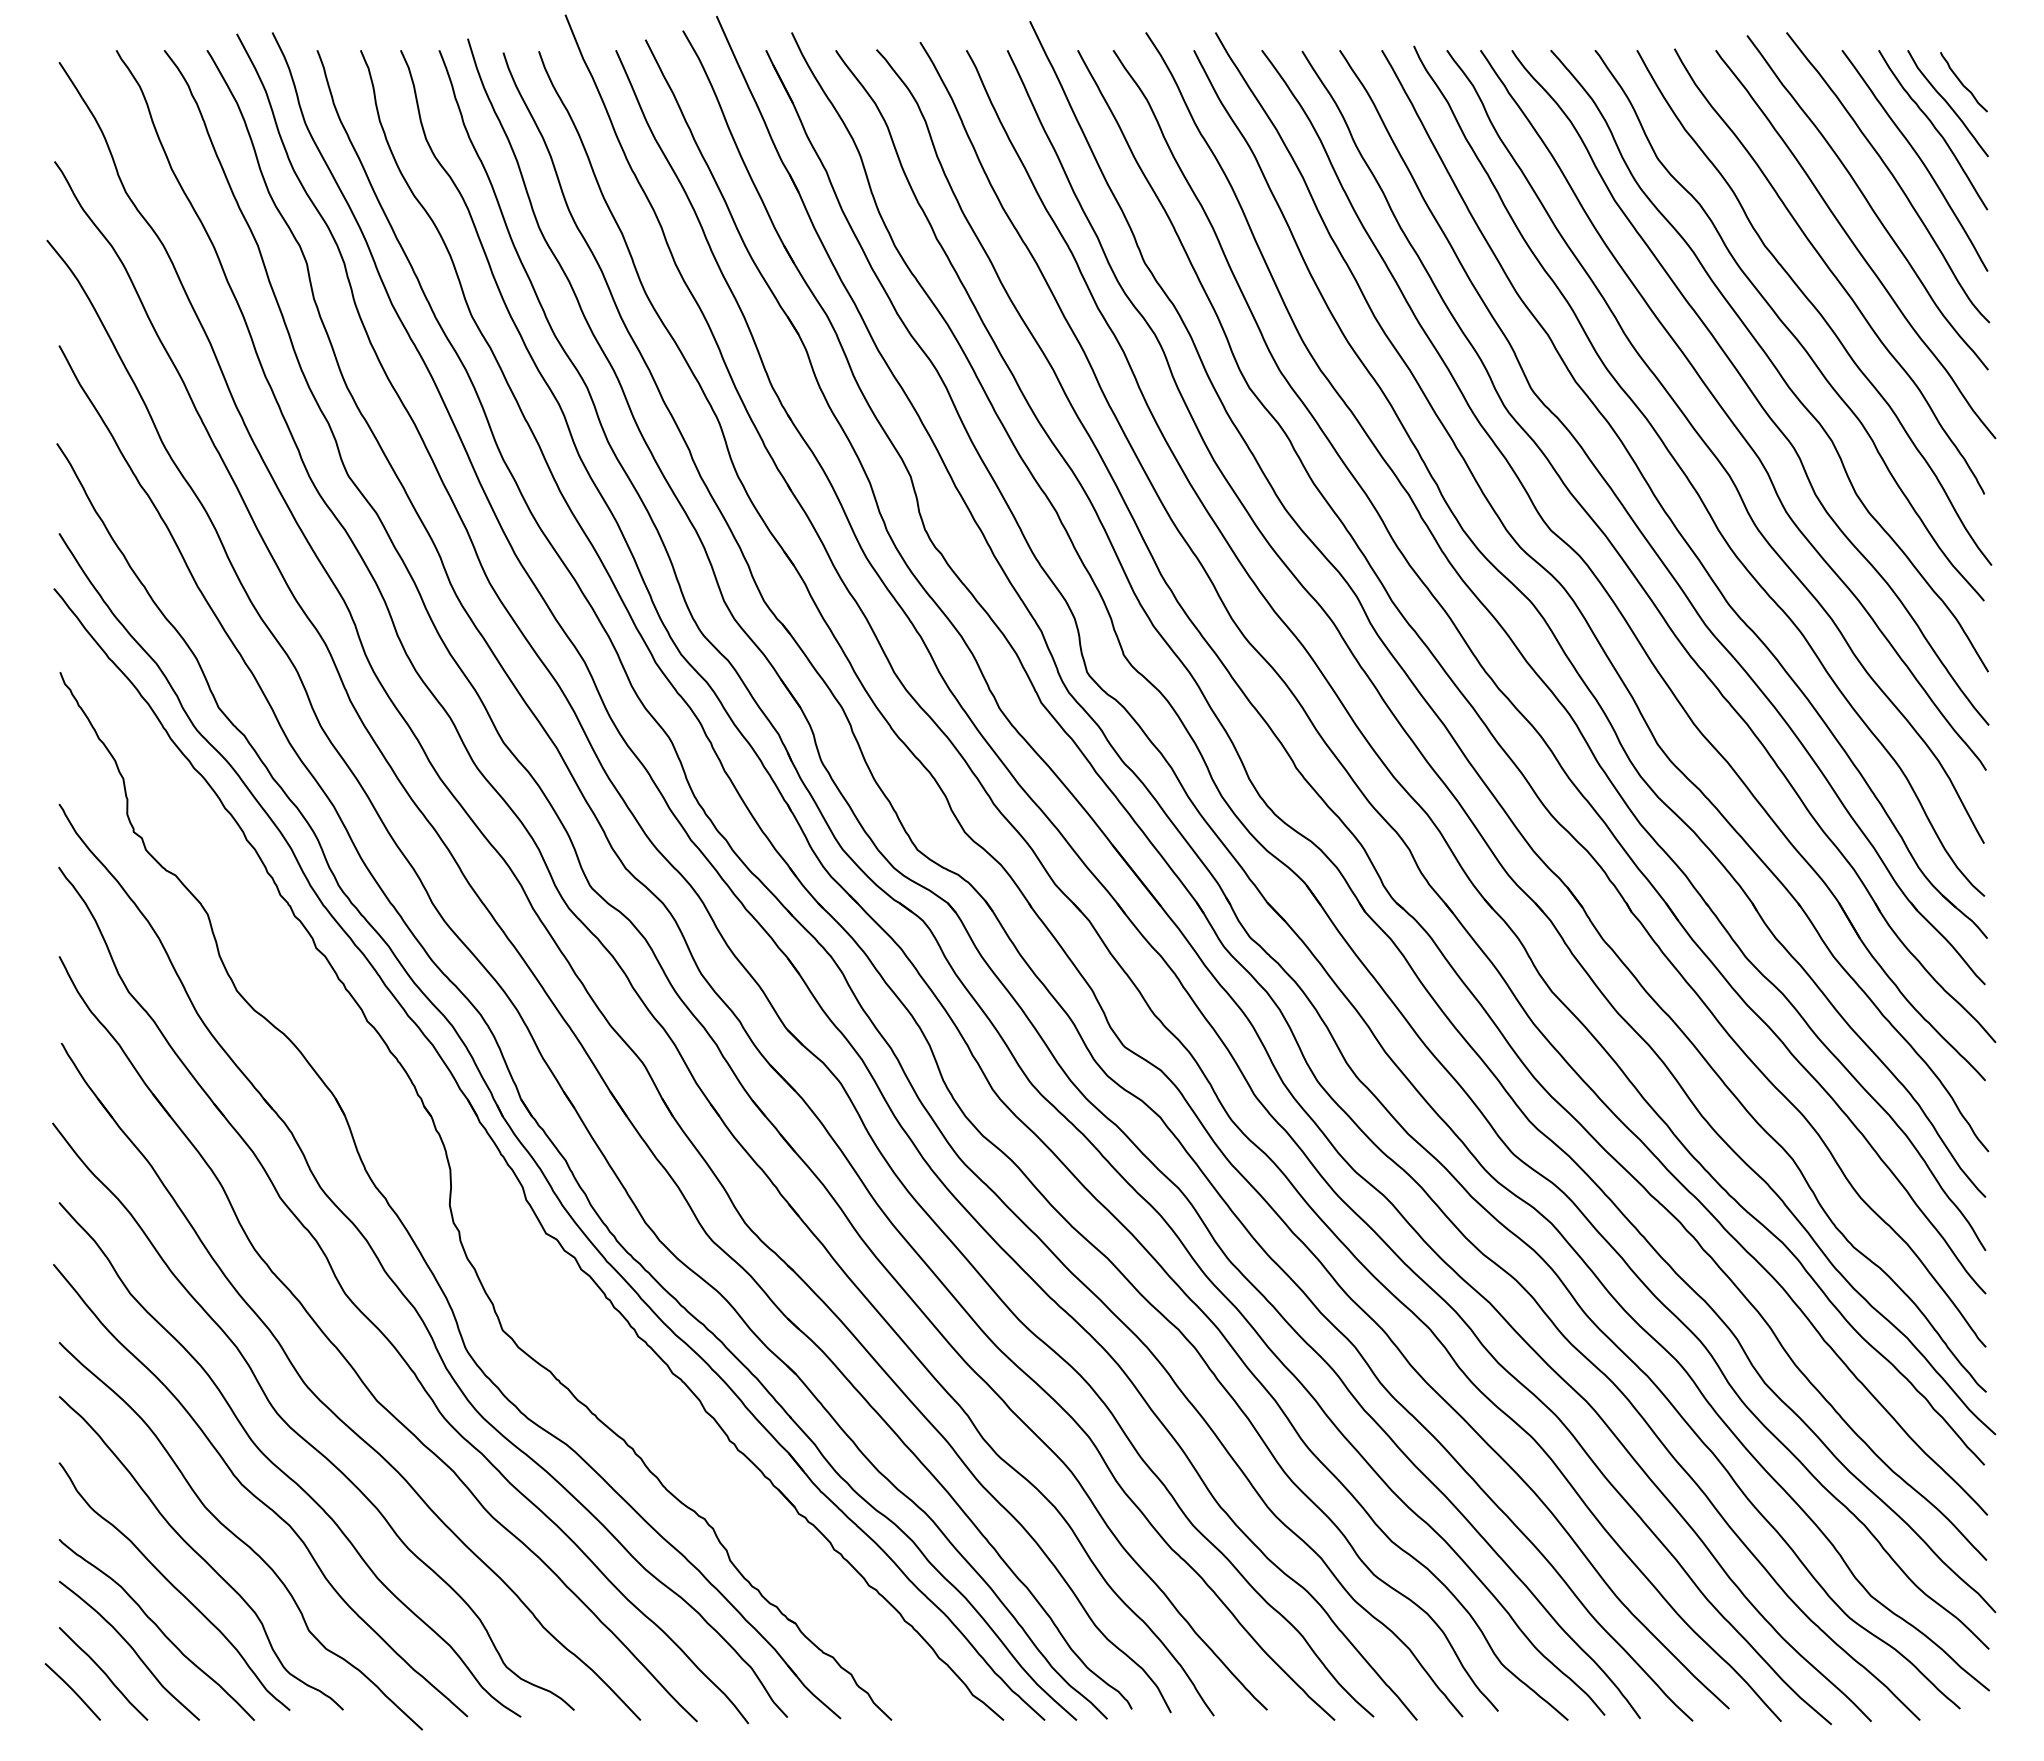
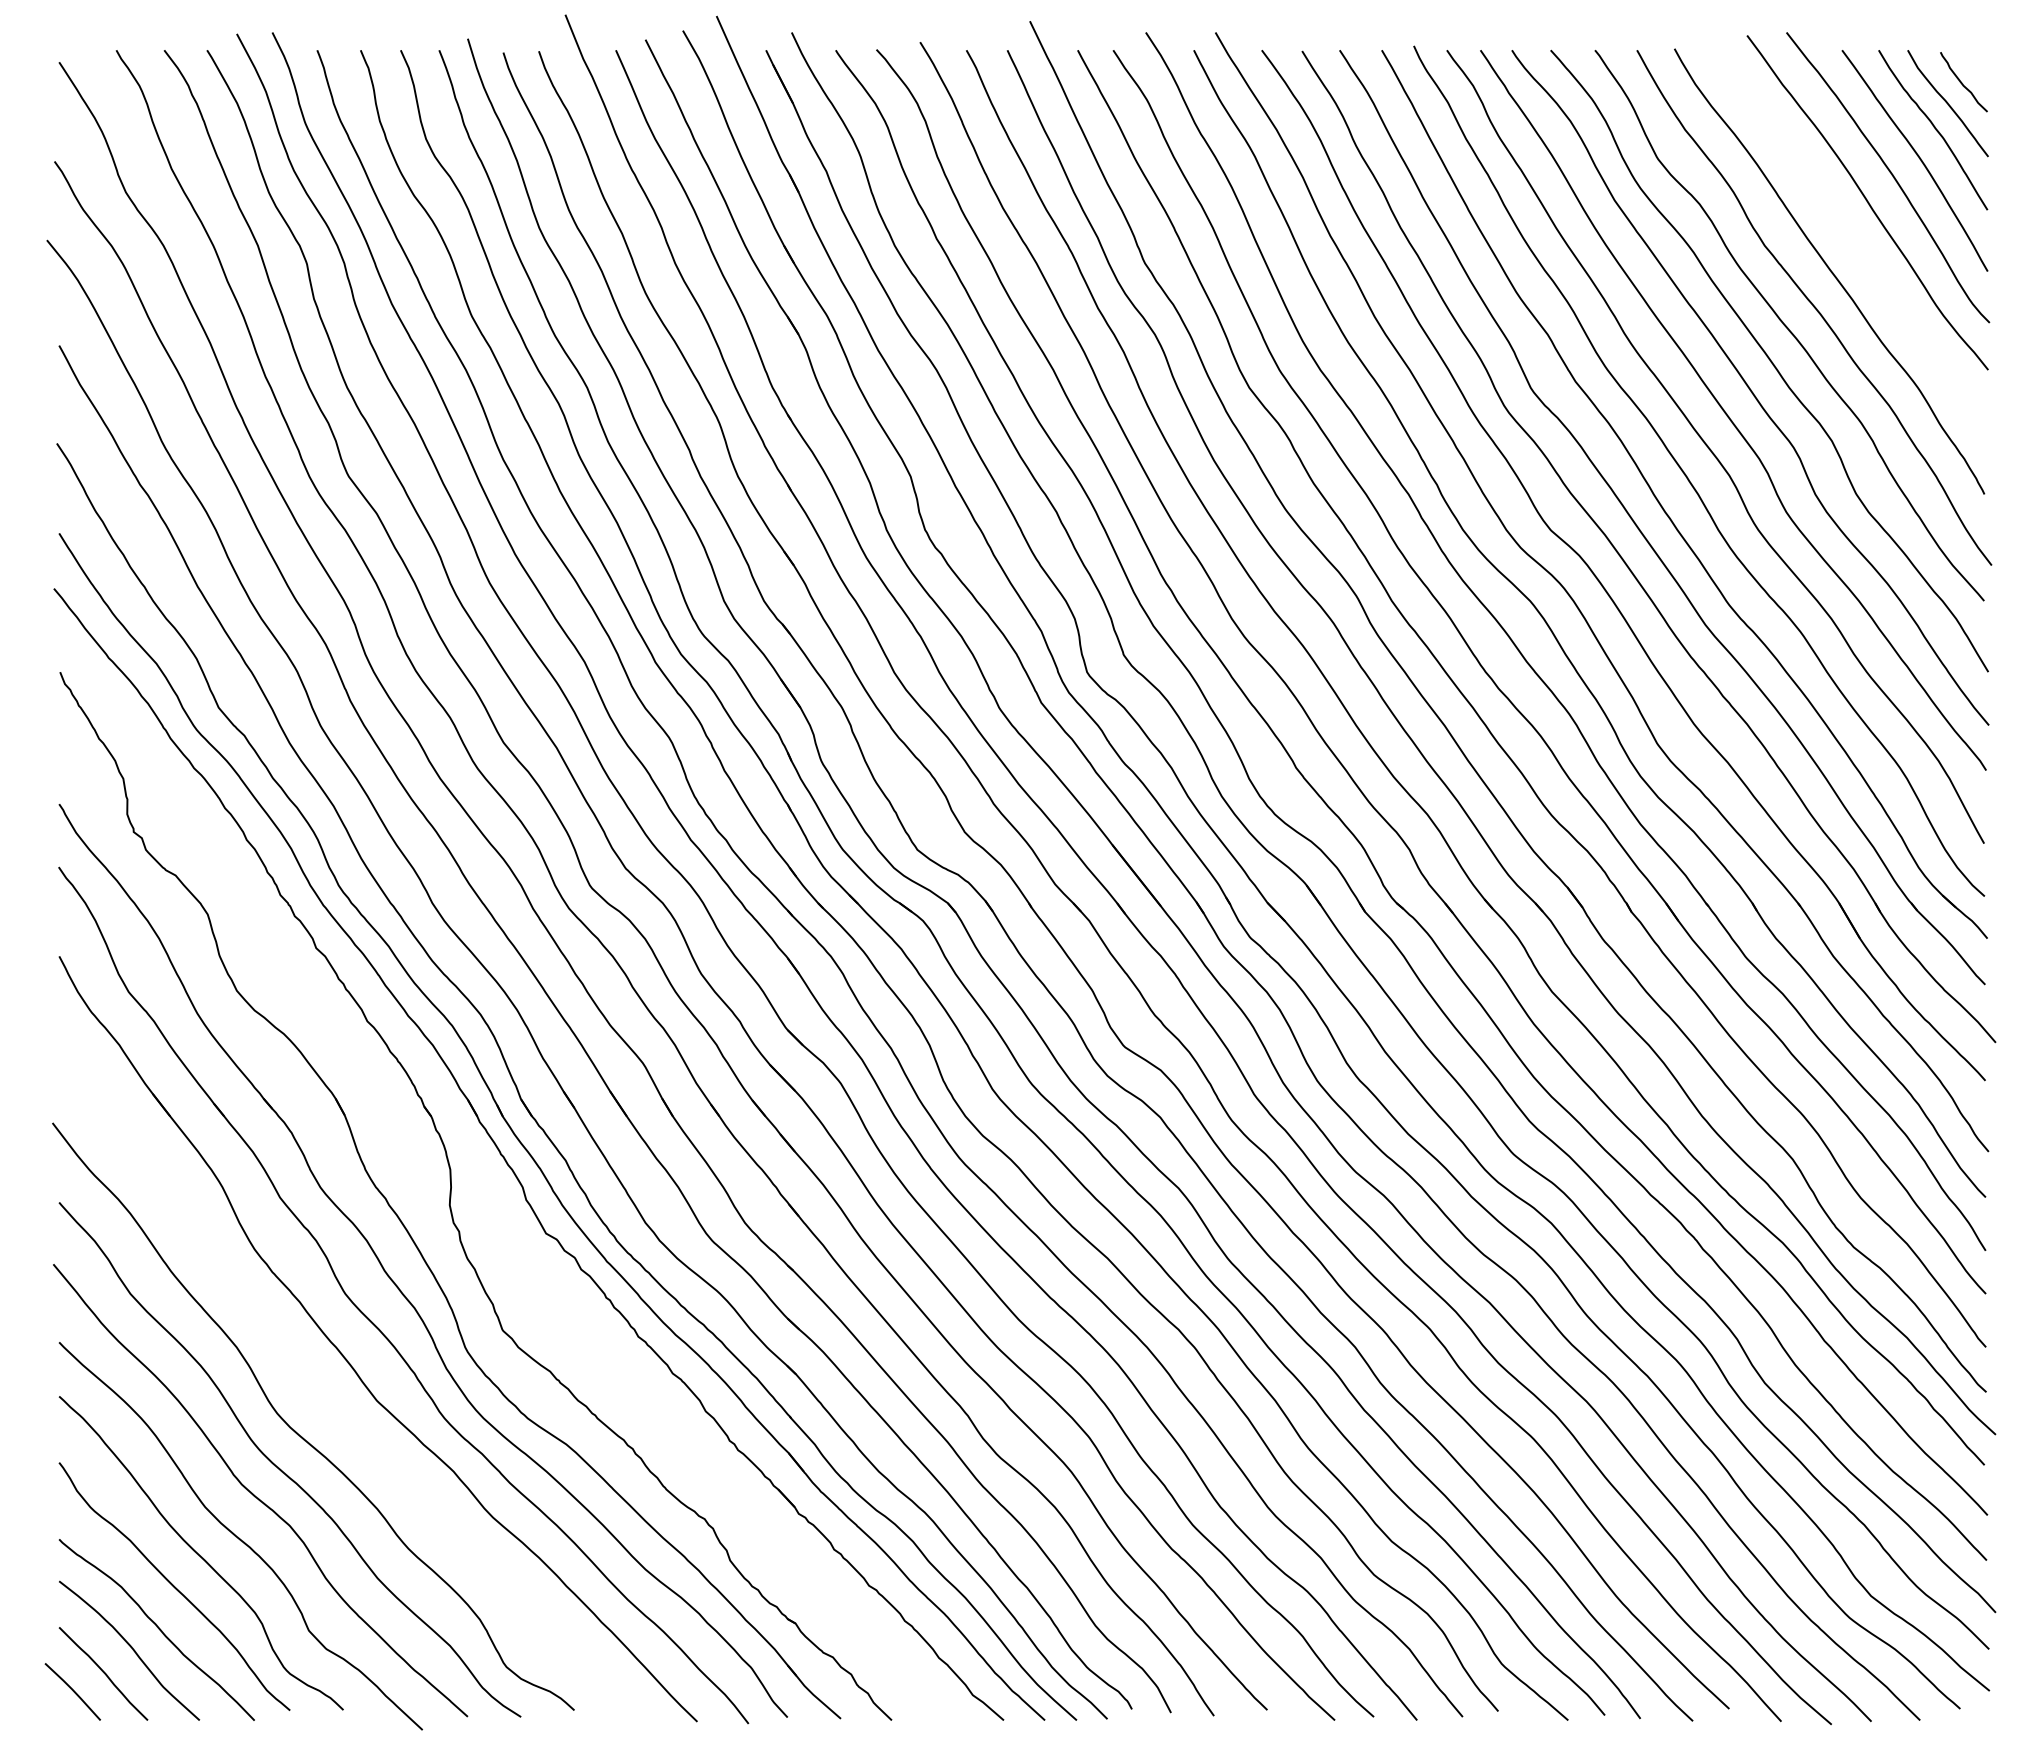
curve at (1855, 244): present -> none
part at (328, 1406): present -> none
